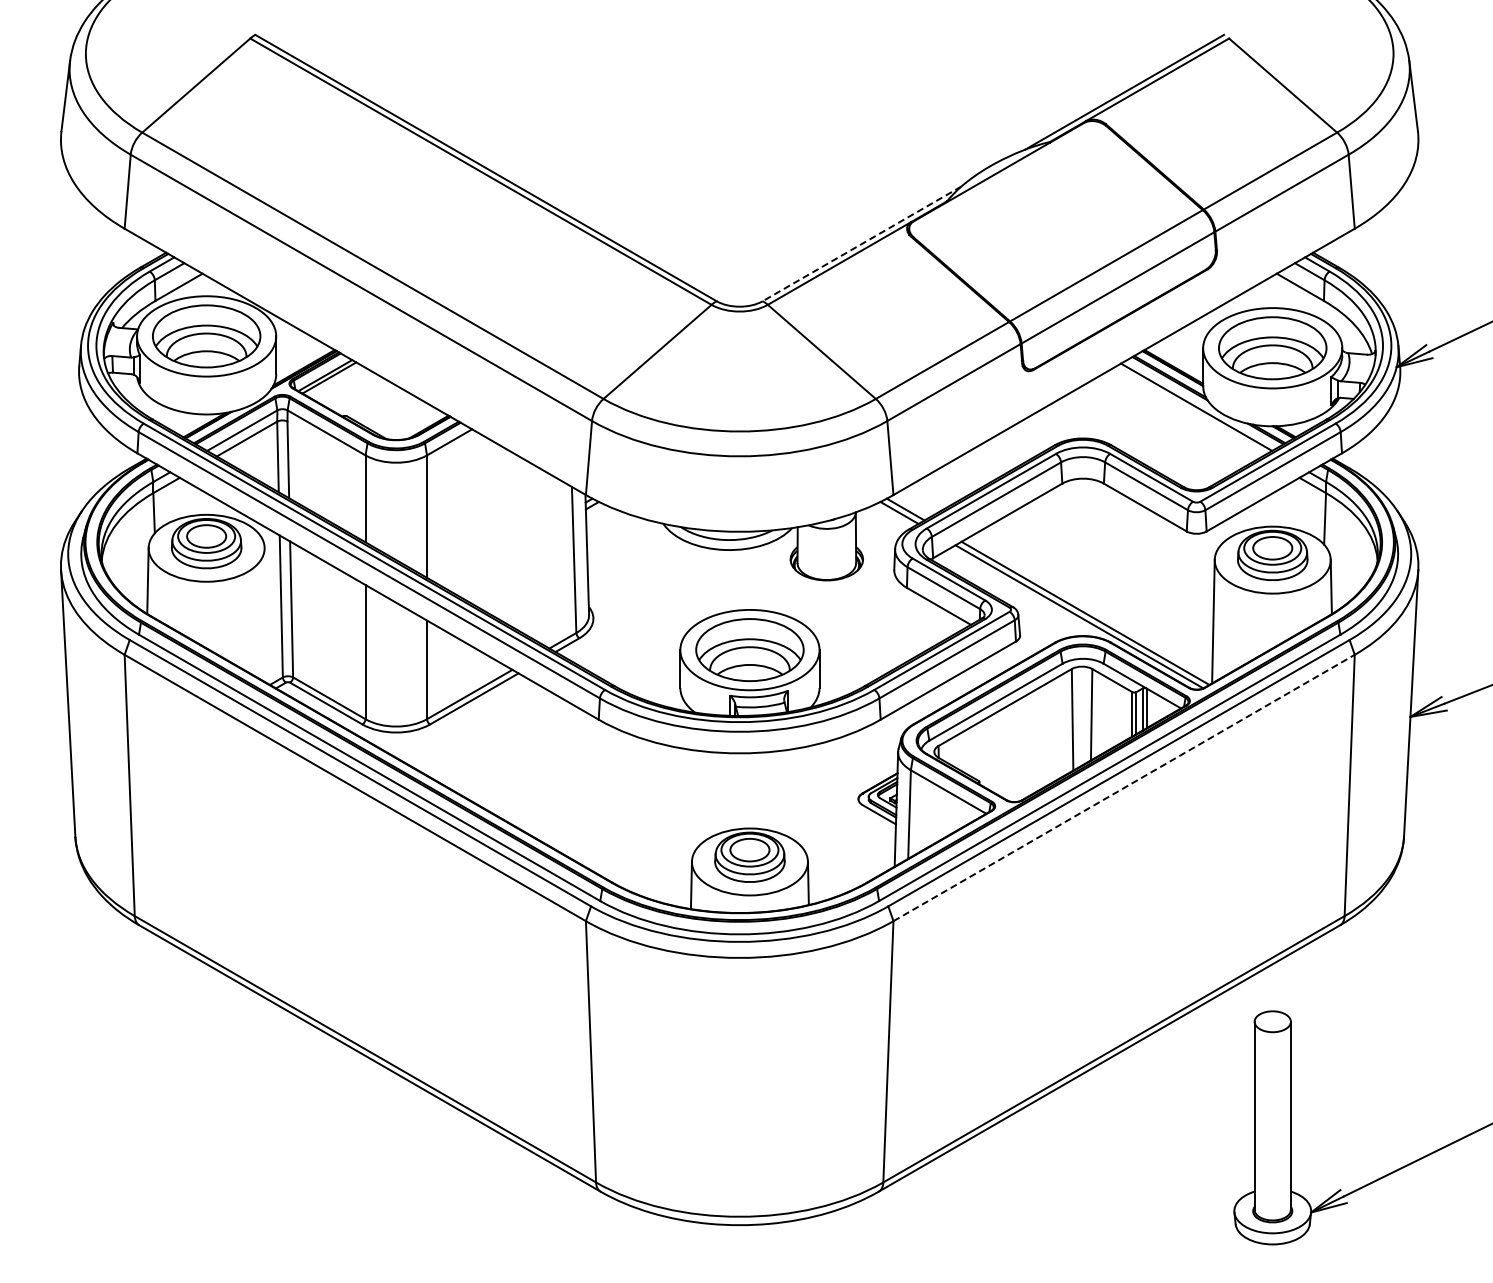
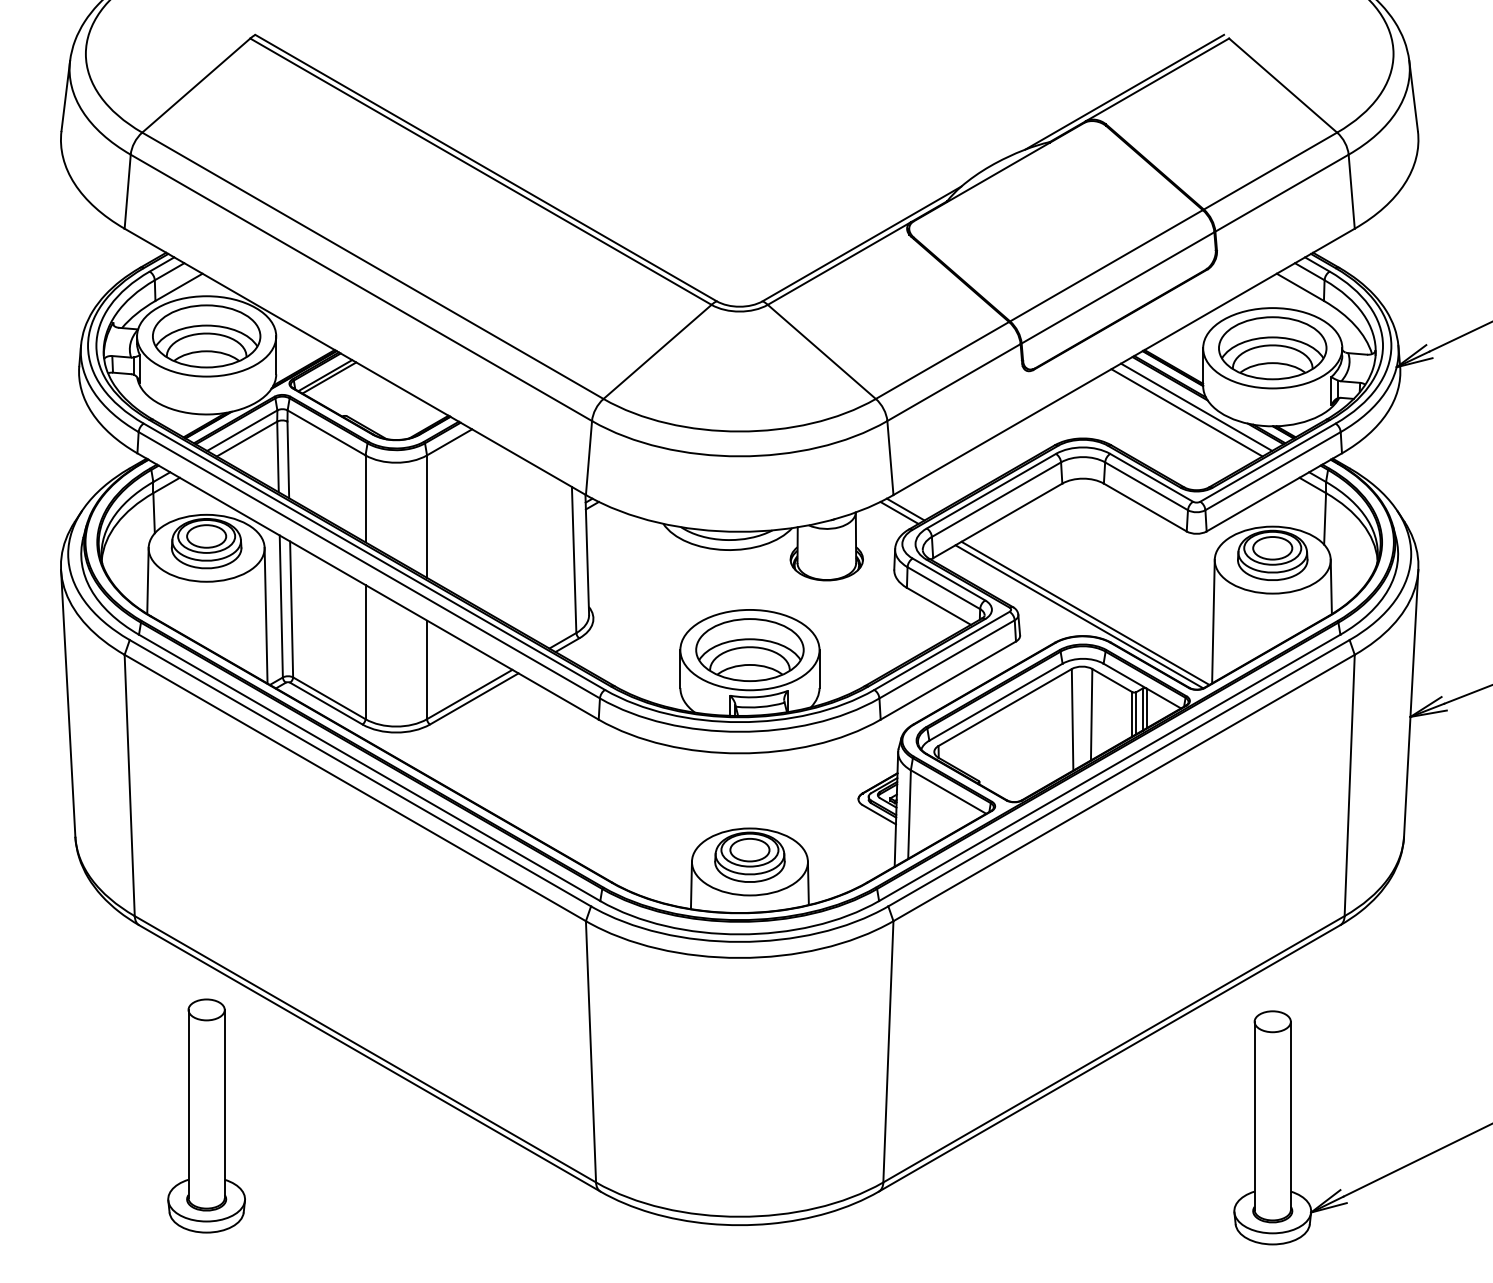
line at (862, 243): dashed -> solid
line at (1186, 412): none -> present
line at (265, 615): none -> present
line at (1124, 787): dashed -> solid
part at (206, 1115): none -> present
